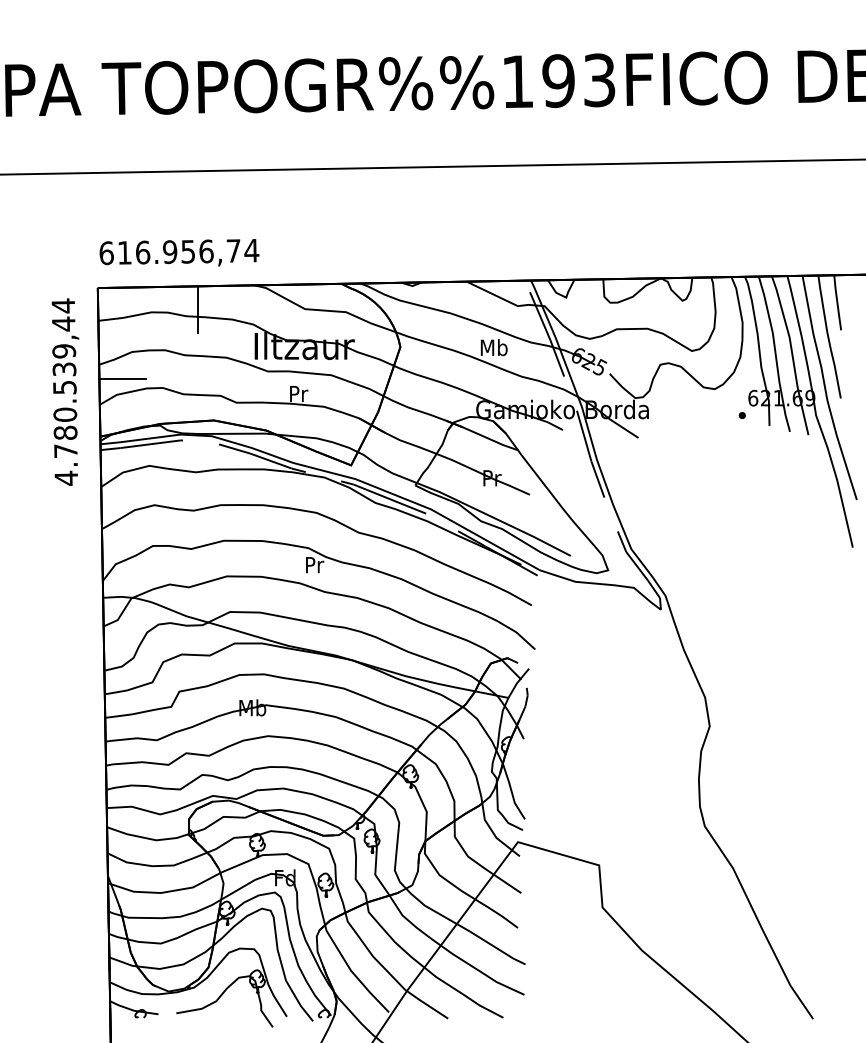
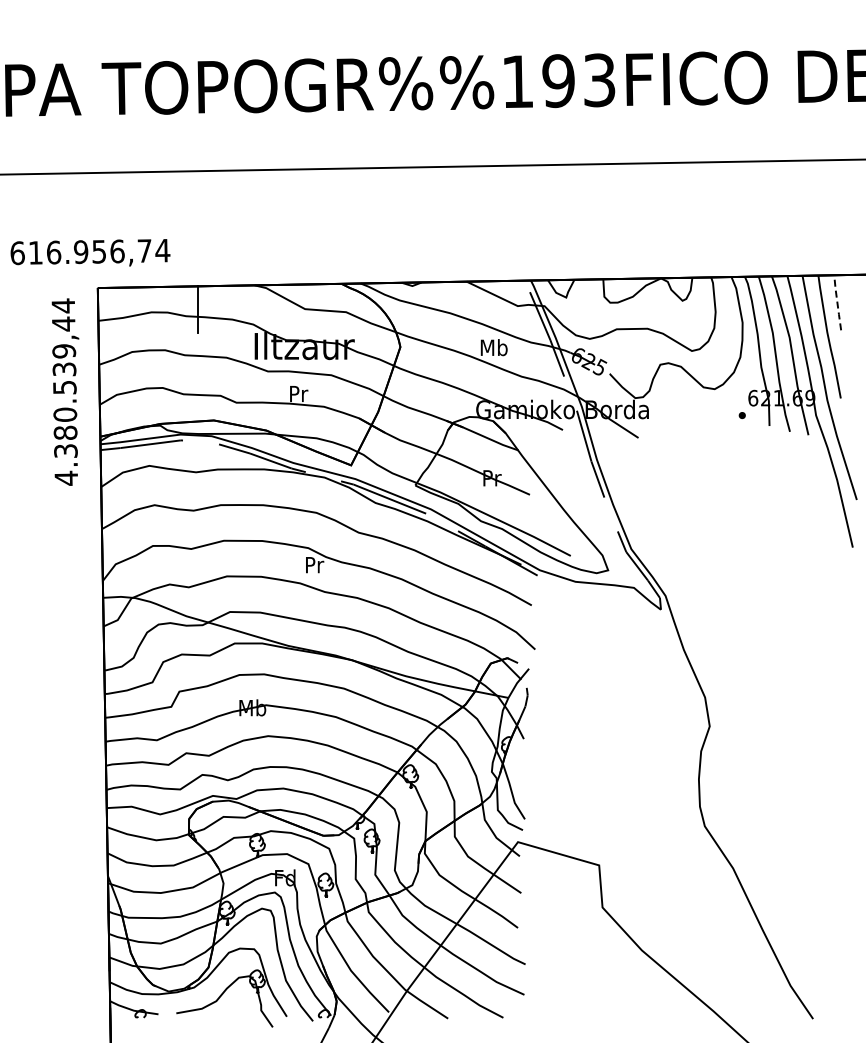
text at (179, 252) position: (179, 252) -> (90, 252)
line at (837, 302): solid -> dashed
line at (122, 379): present -> none
text at (65, 450): 4.780.539,44 -> 4.380.539,44
